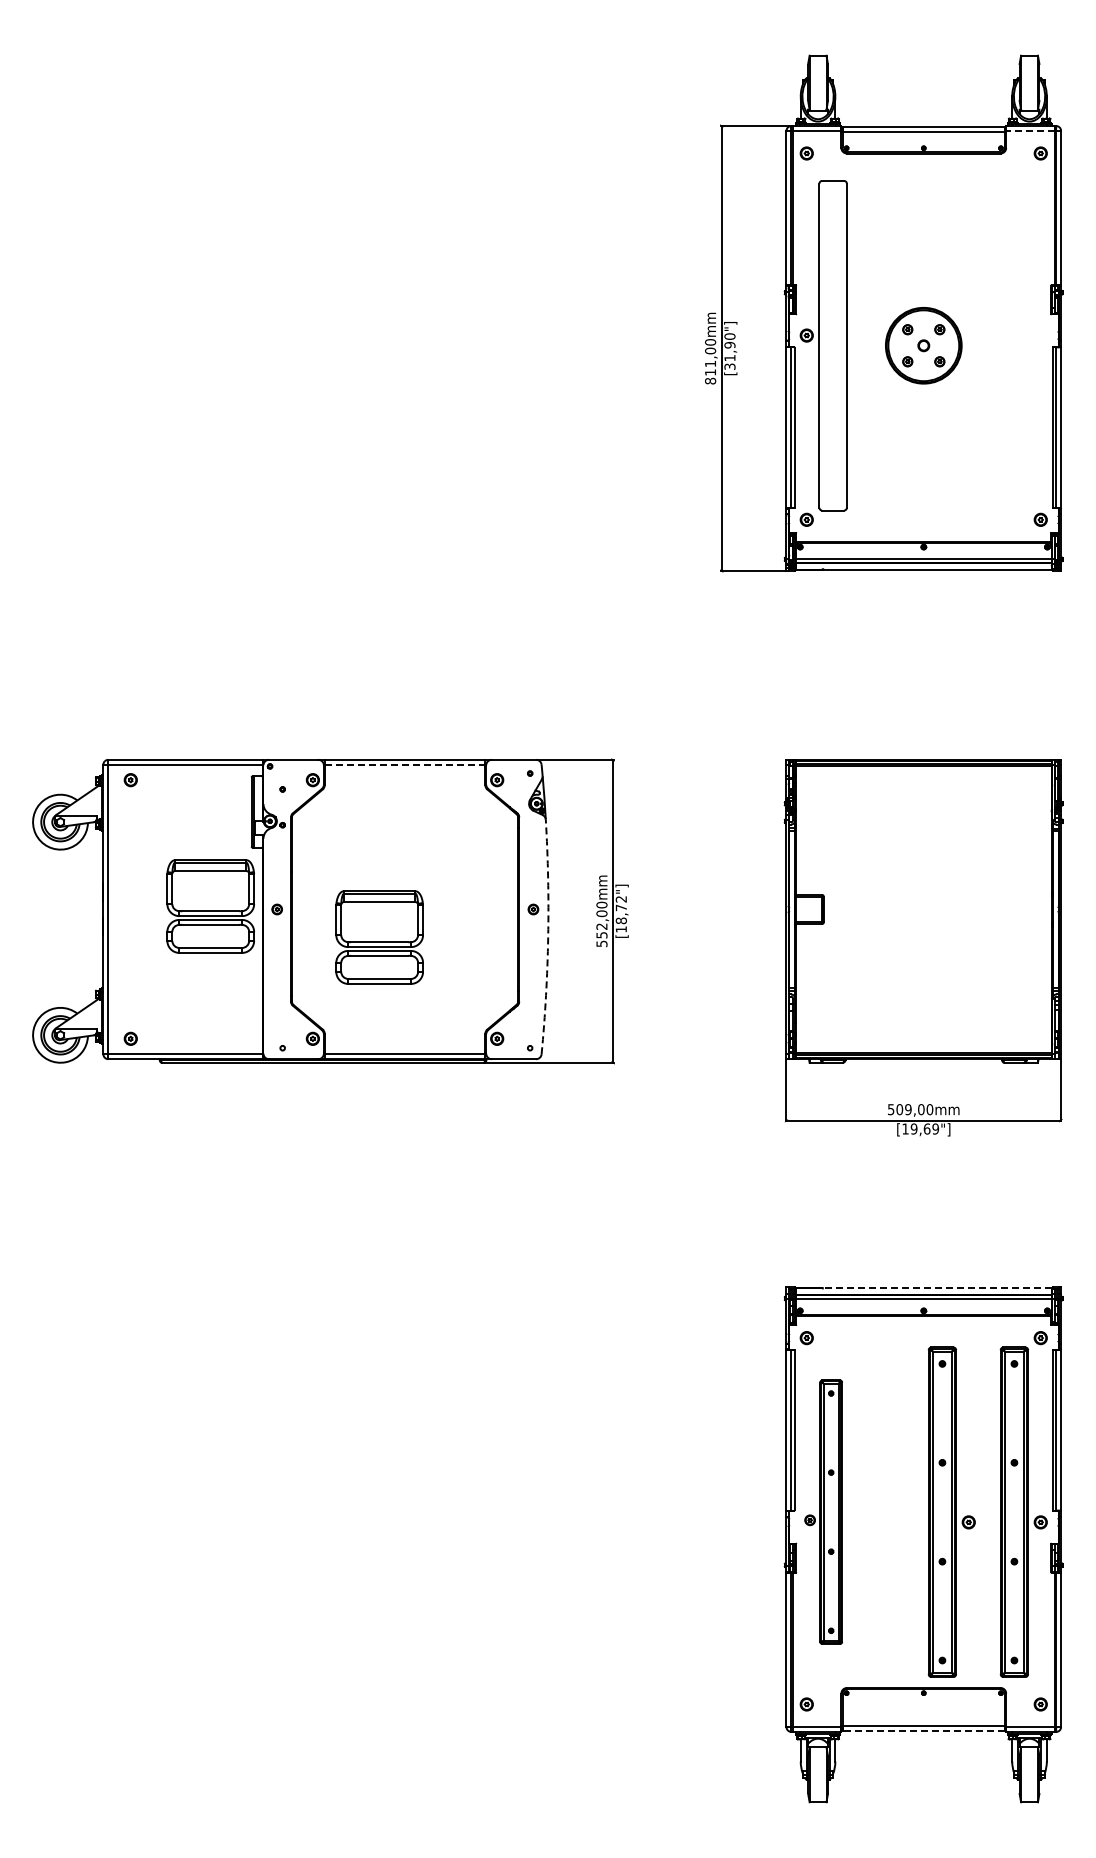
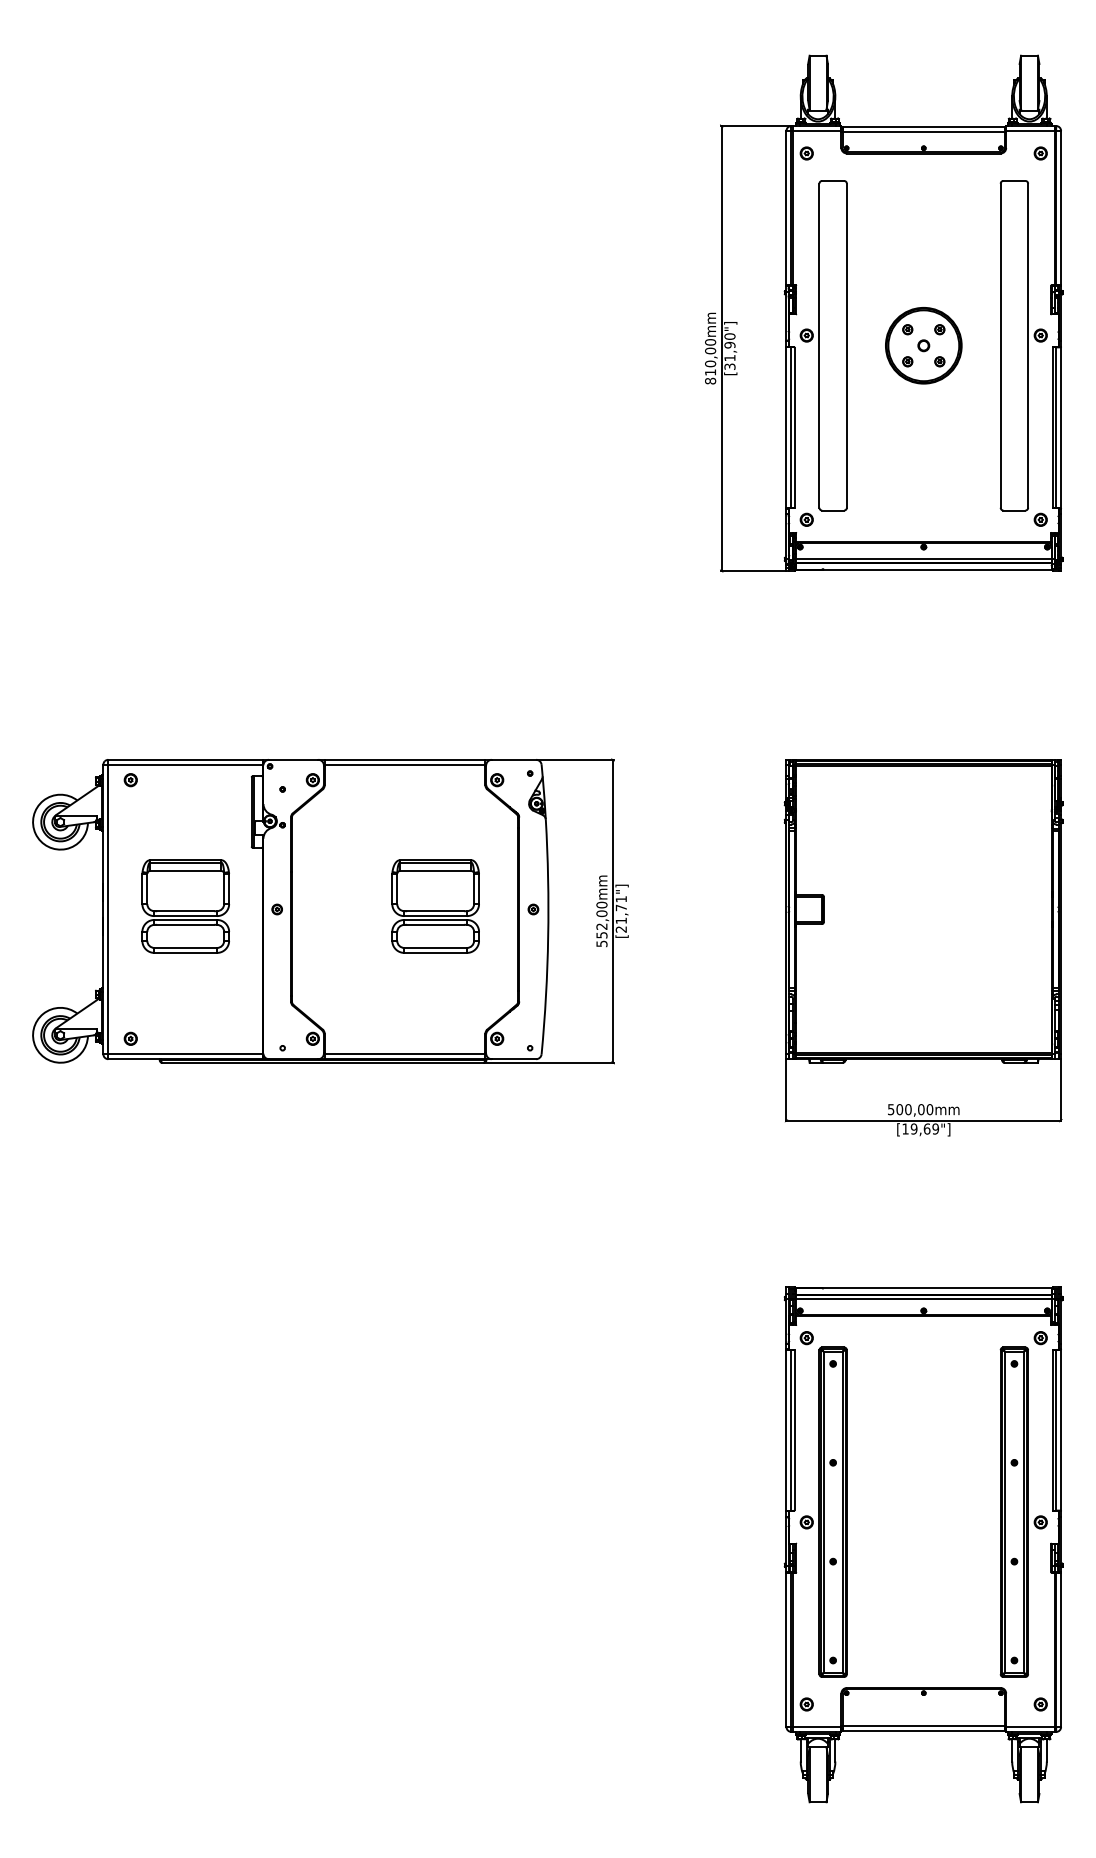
line at (1030, 130): dashed -> solid
part at (1023, 345): none -> present
text at (710, 363): 811,00mm -> 810,00mm
line at (405, 764): dashed -> solid
part at (210, 906) position: (210, 906) -> (185, 906)
text at (620, 914): [18,72"] -> [21,71"]
part at (379, 937) position: (379, 937) -> (435, 906)
arc at (548, 937): dashed -> solid
text at (908, 1109): 509,00mm -> 500,00mm
line at (937, 1288): dashed -> solid
part at (823, 1511) size: 39x266 px -> 49x332 px
part at (951, 1511): present -> none
line at (923, 1730): dashed -> solid
